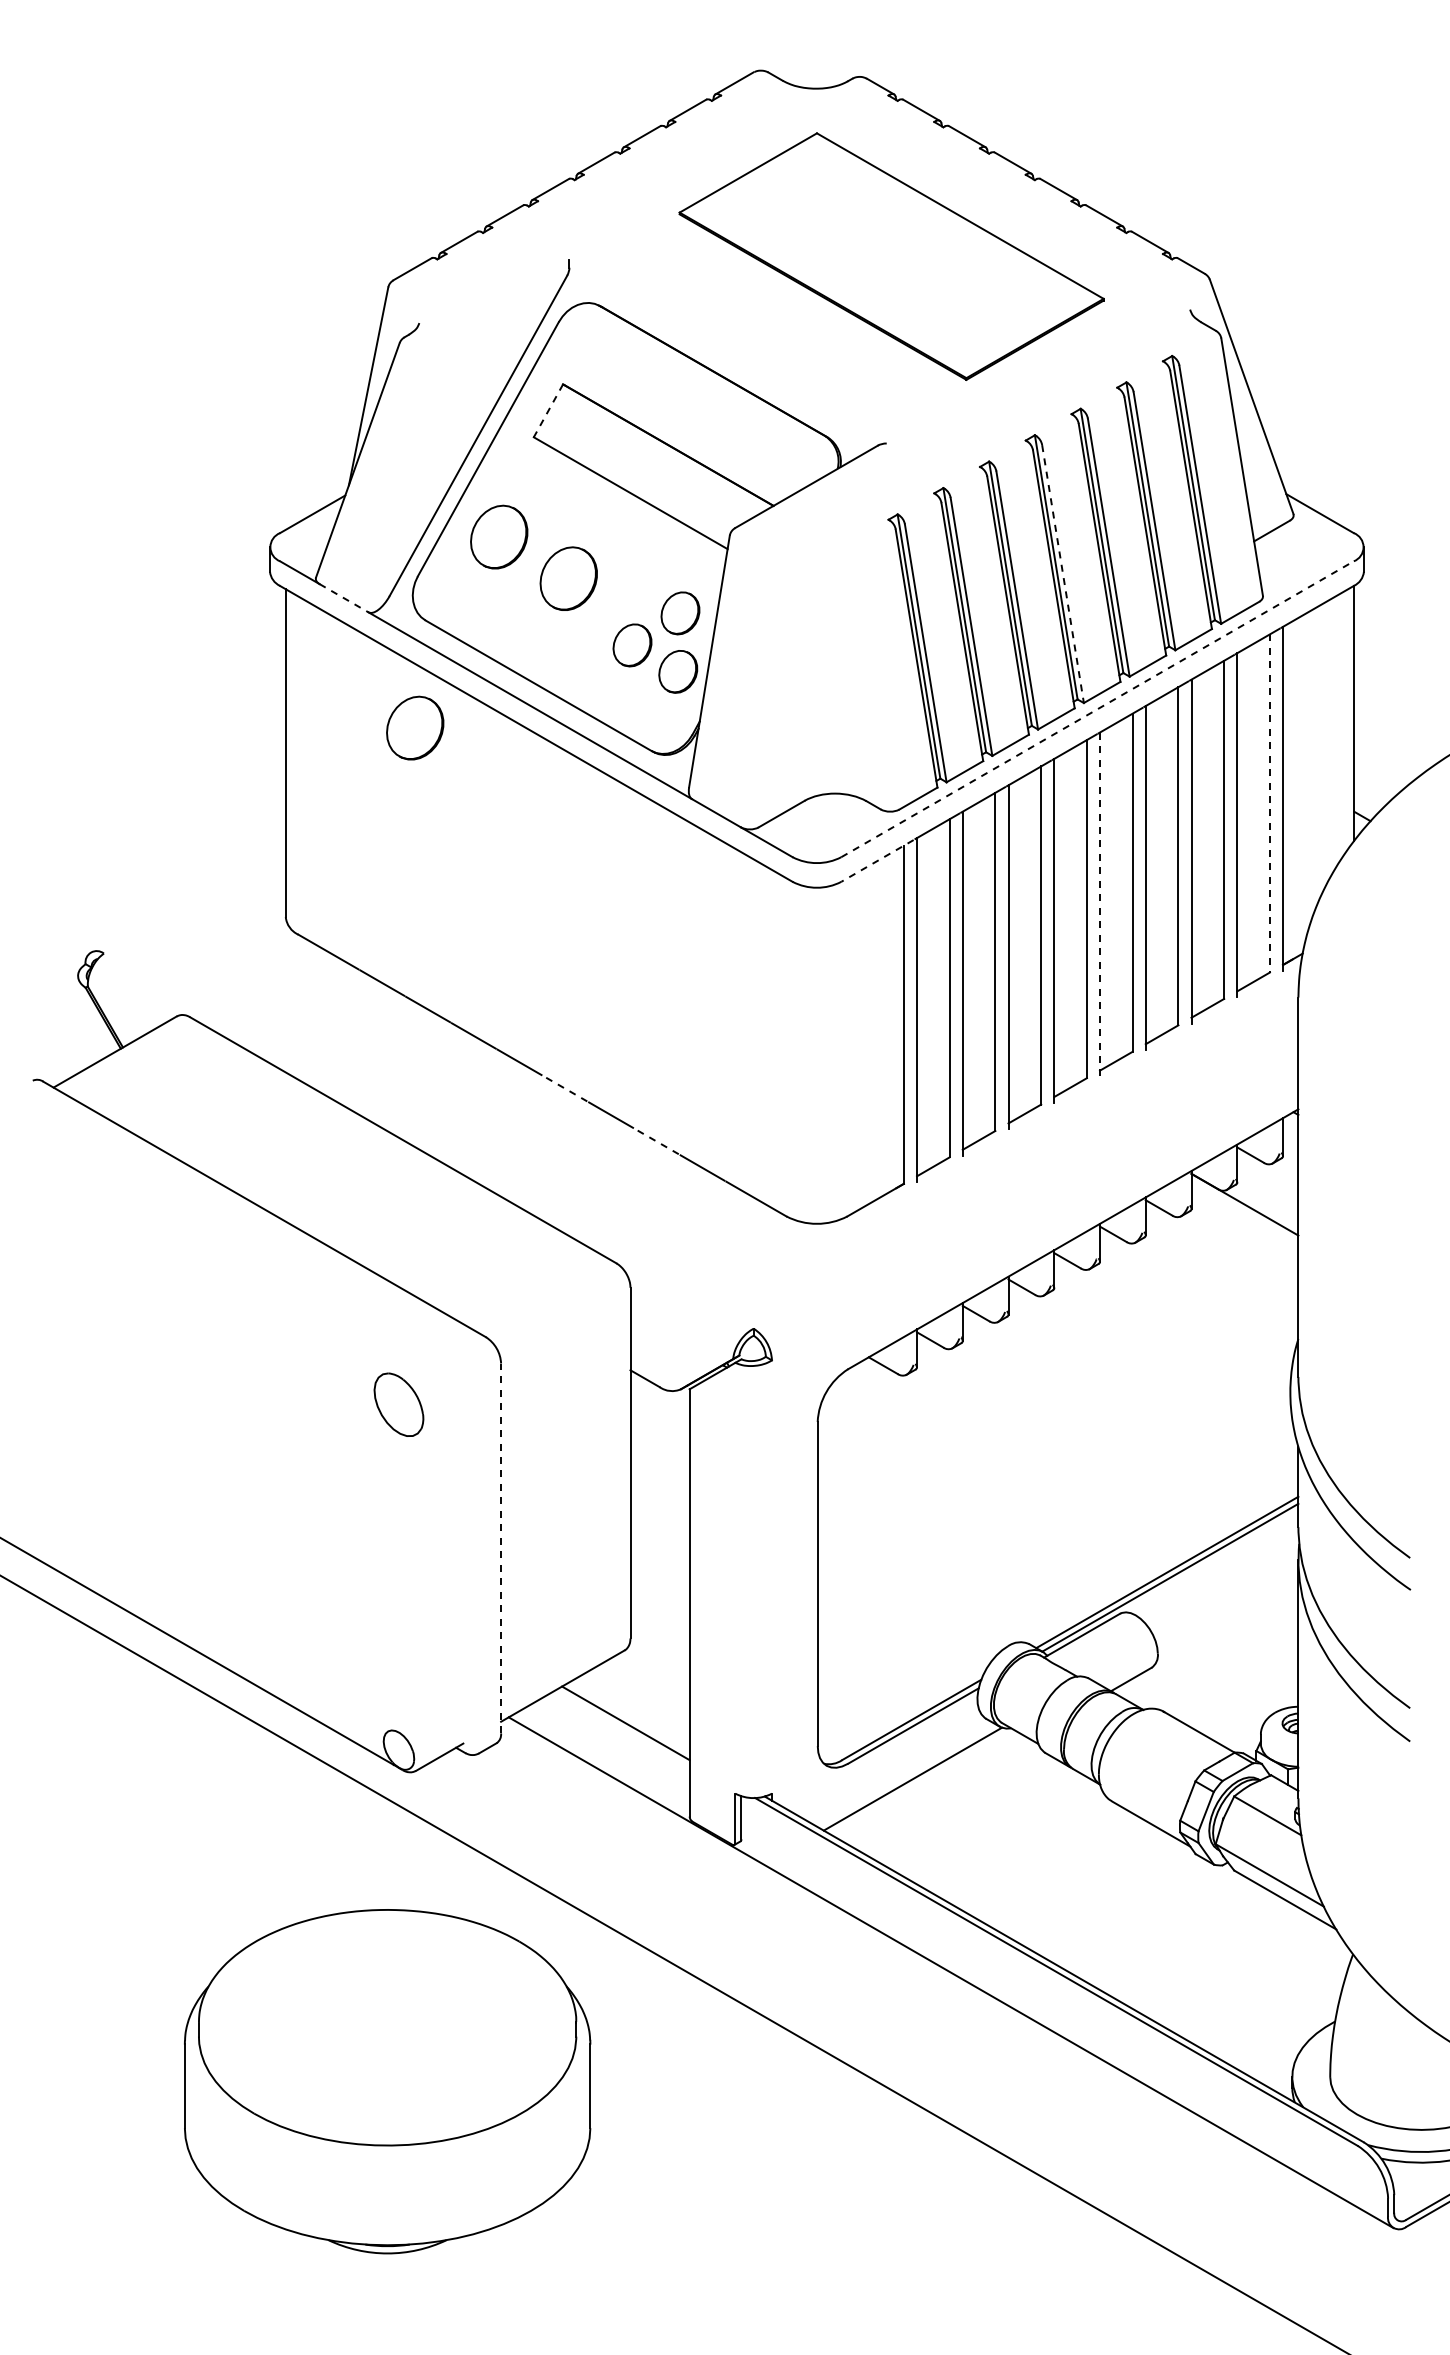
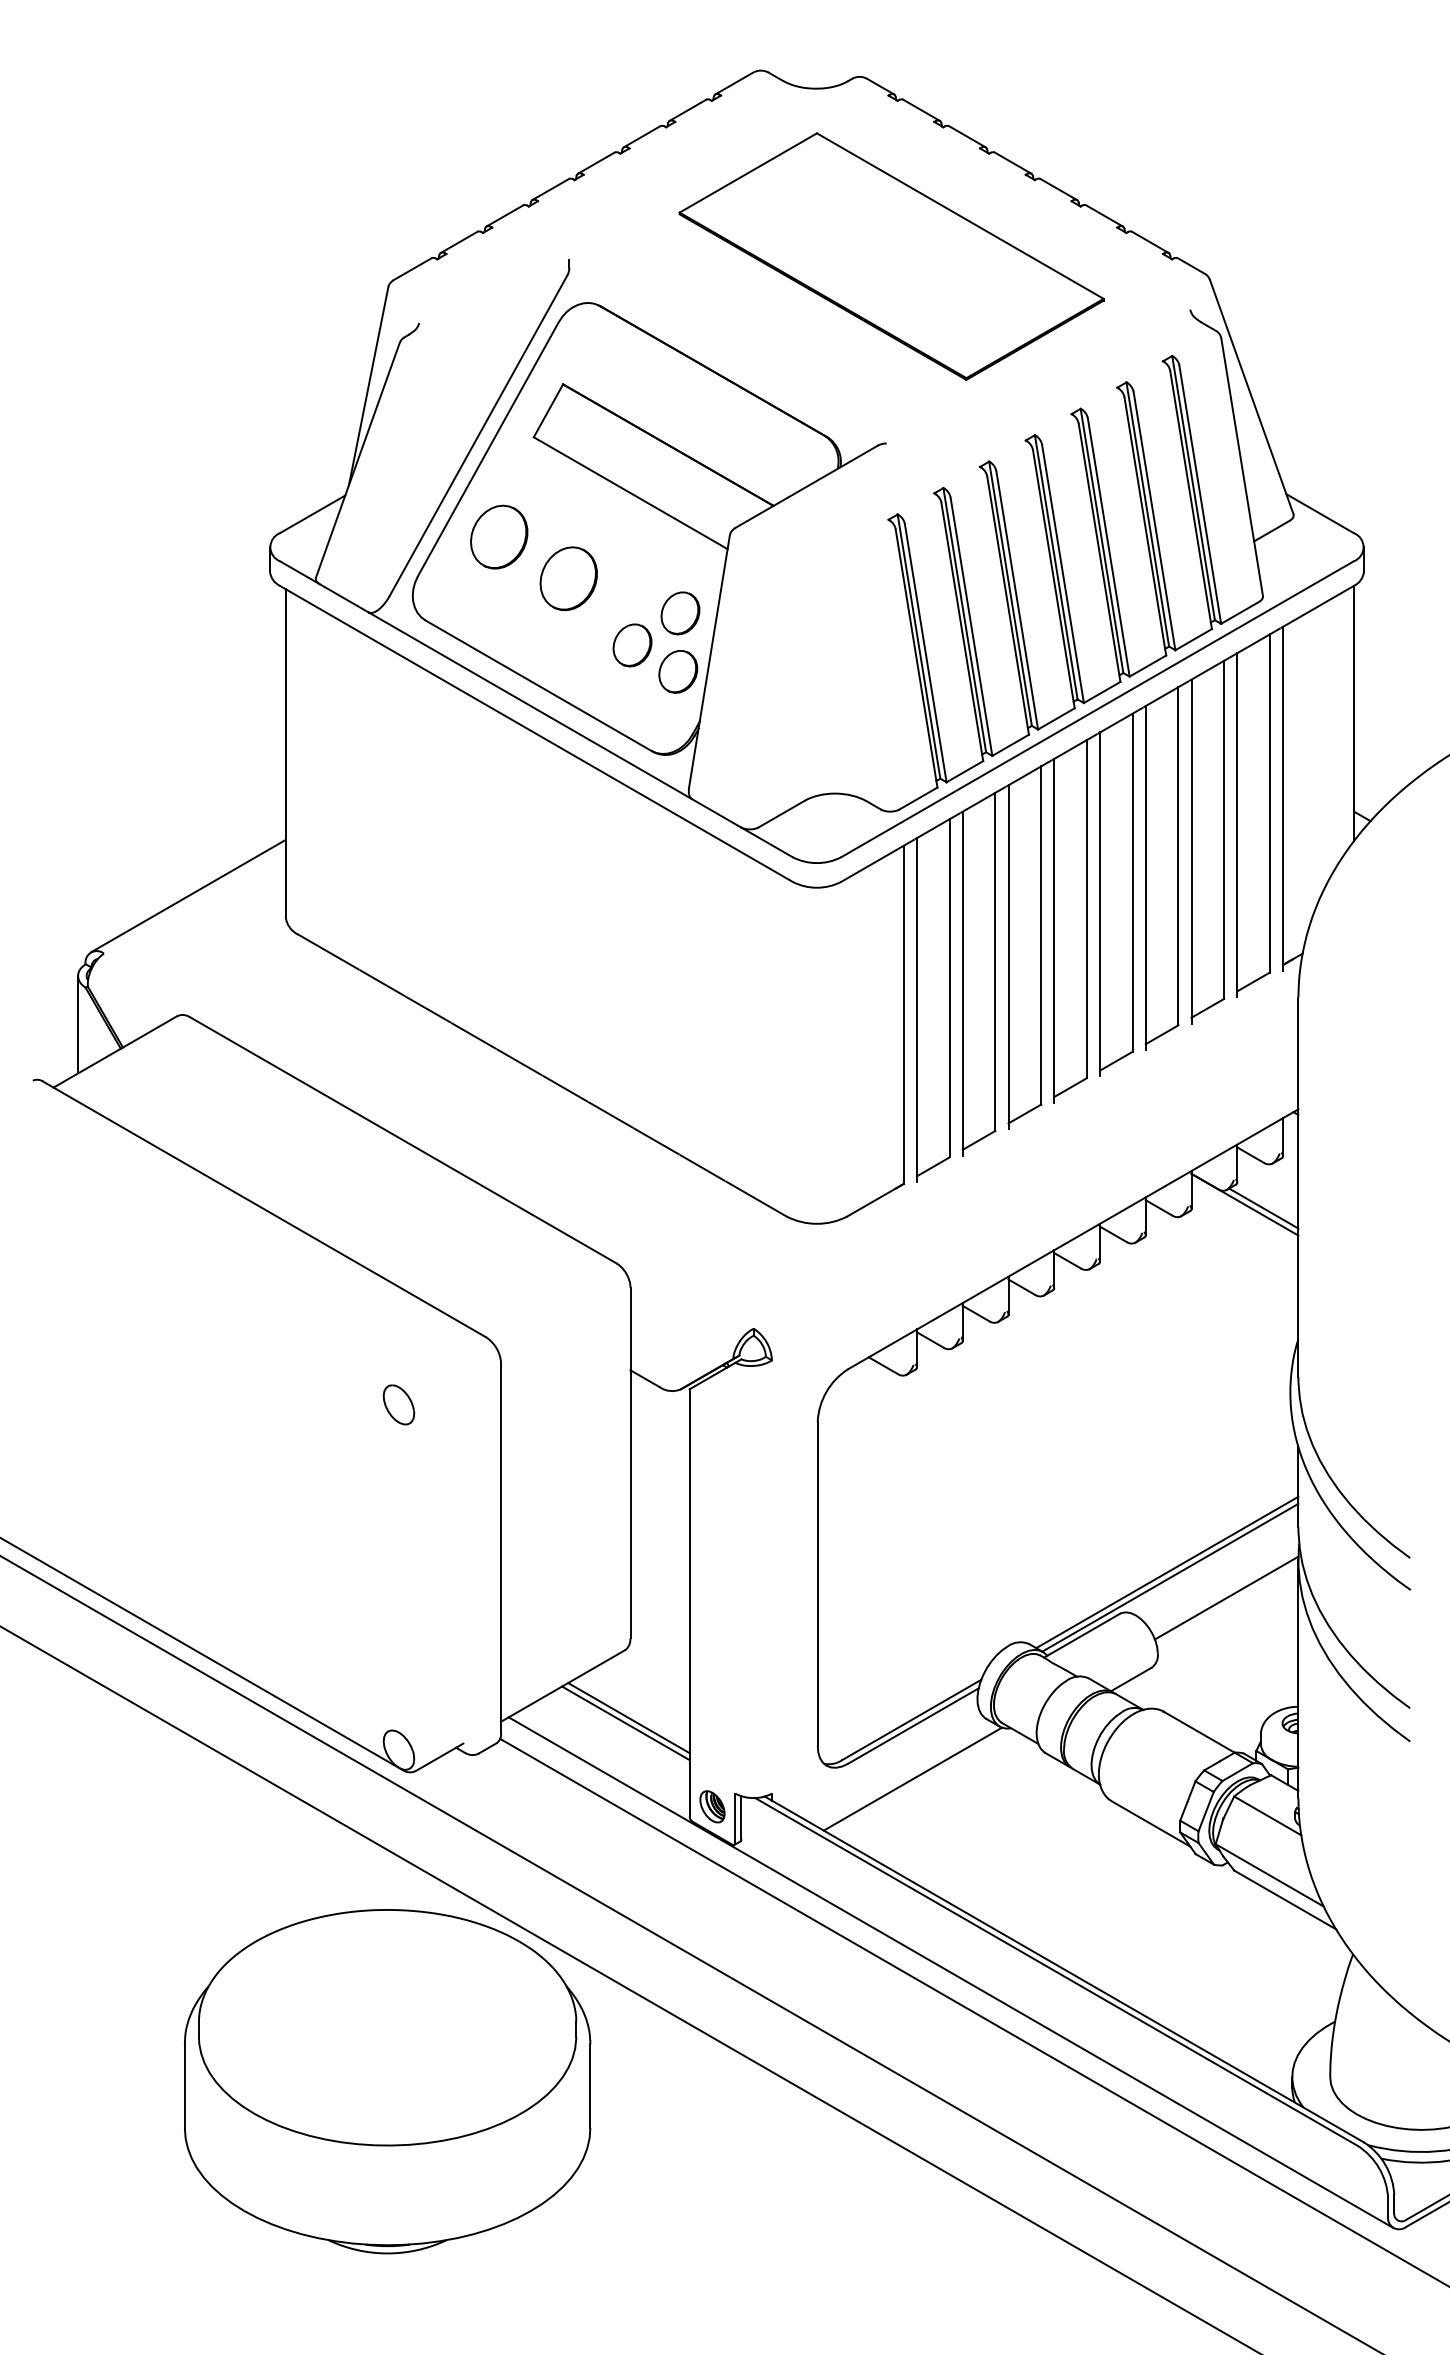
line at (548, 411): dashed -> solid
line at (1063, 574): dashed -> solid
line at (344, 598): dashed -> solid
line at (1097, 709): dashed -> solid
part at (415, 727): present -> none
line at (1269, 803): dashed -> solid
line at (877, 860): dashed -> solid
line at (188, 895): none -> present
line at (1100, 904): dashed -> solid
line at (78, 1024): none -> present
line at (564, 1088): dashed -> solid
line at (656, 1141): dashed -> solid
line at (1263, 1208): none -> present
part at (398, 1404) size: 52x65 px -> 34x42 px
line at (501, 1548): dashed -> solid
line at (1226, 1597): none -> present
line at (628, 1718): none -> present
part at (712, 1806): none -> present
line at (673, 1963) position: (673, 1963) -> (690, 1954)
line at (629, 1989): none -> present
line at (973, 2011): none -> present
